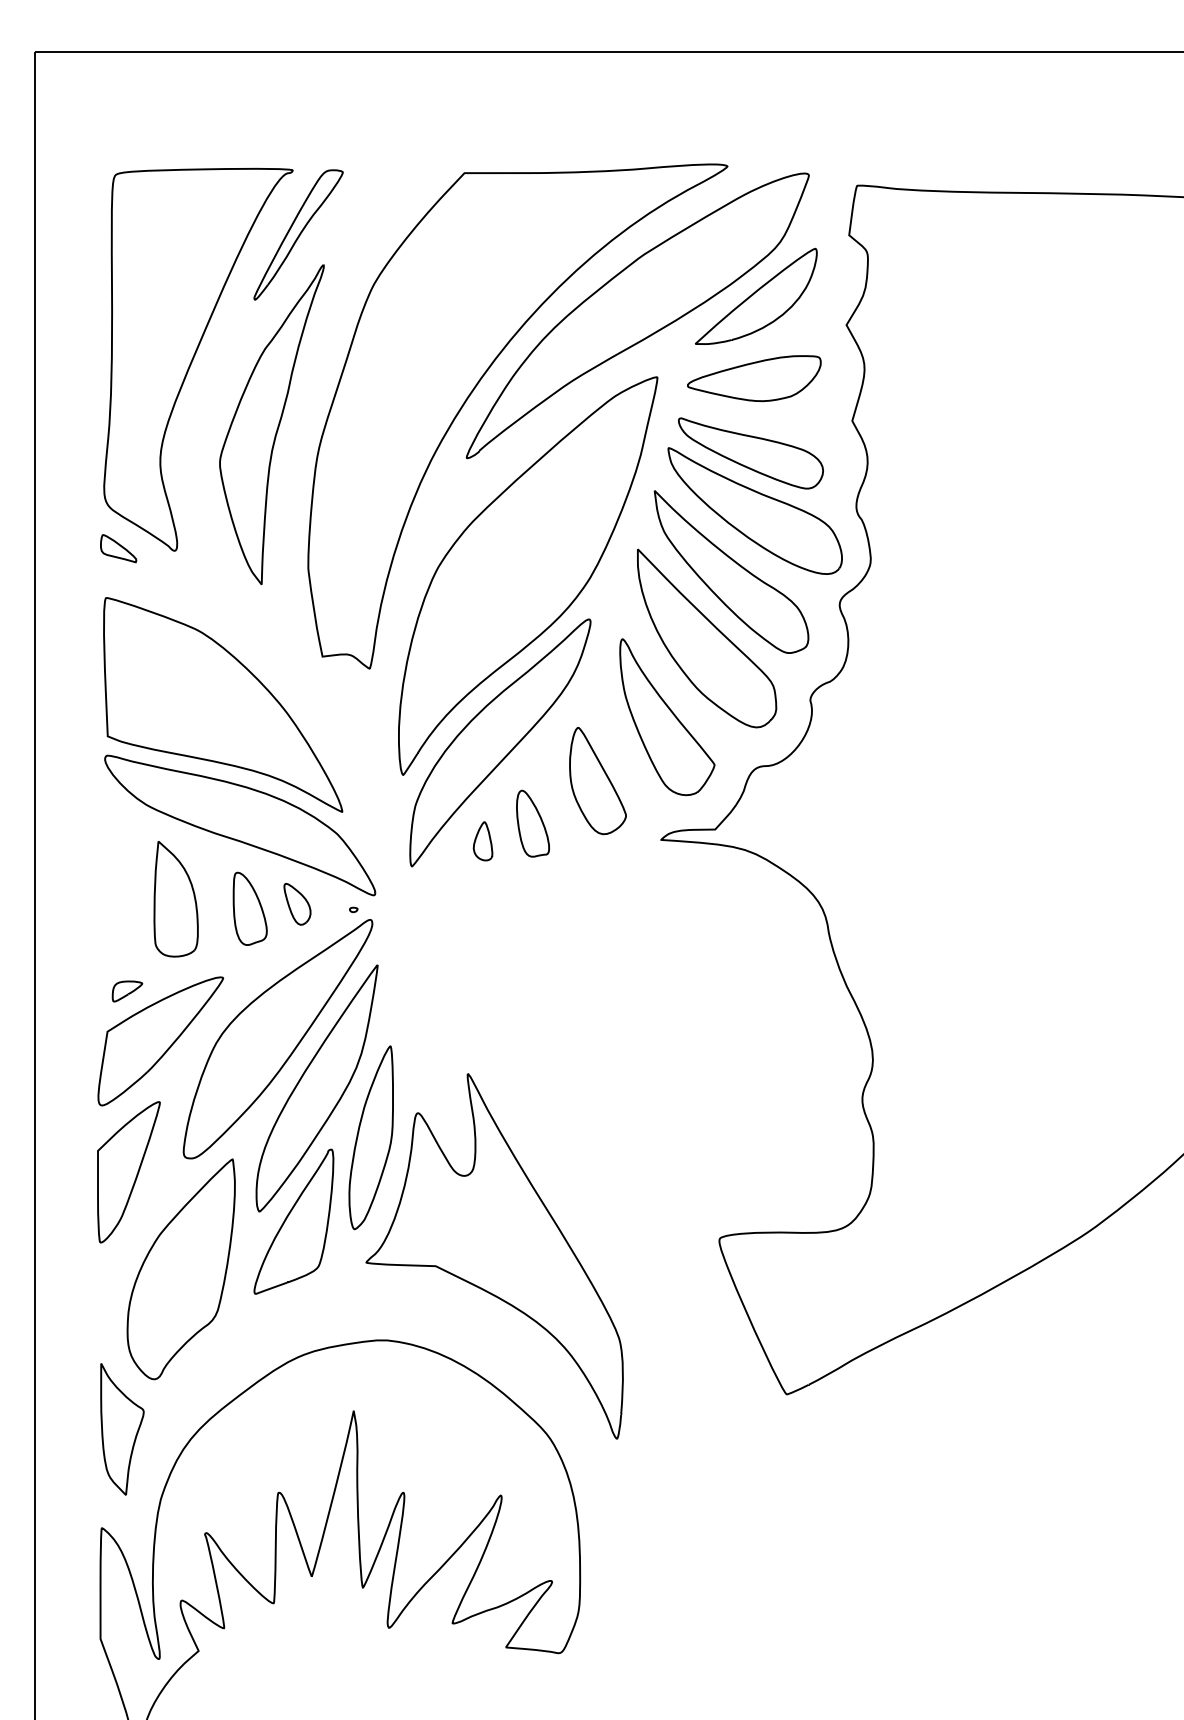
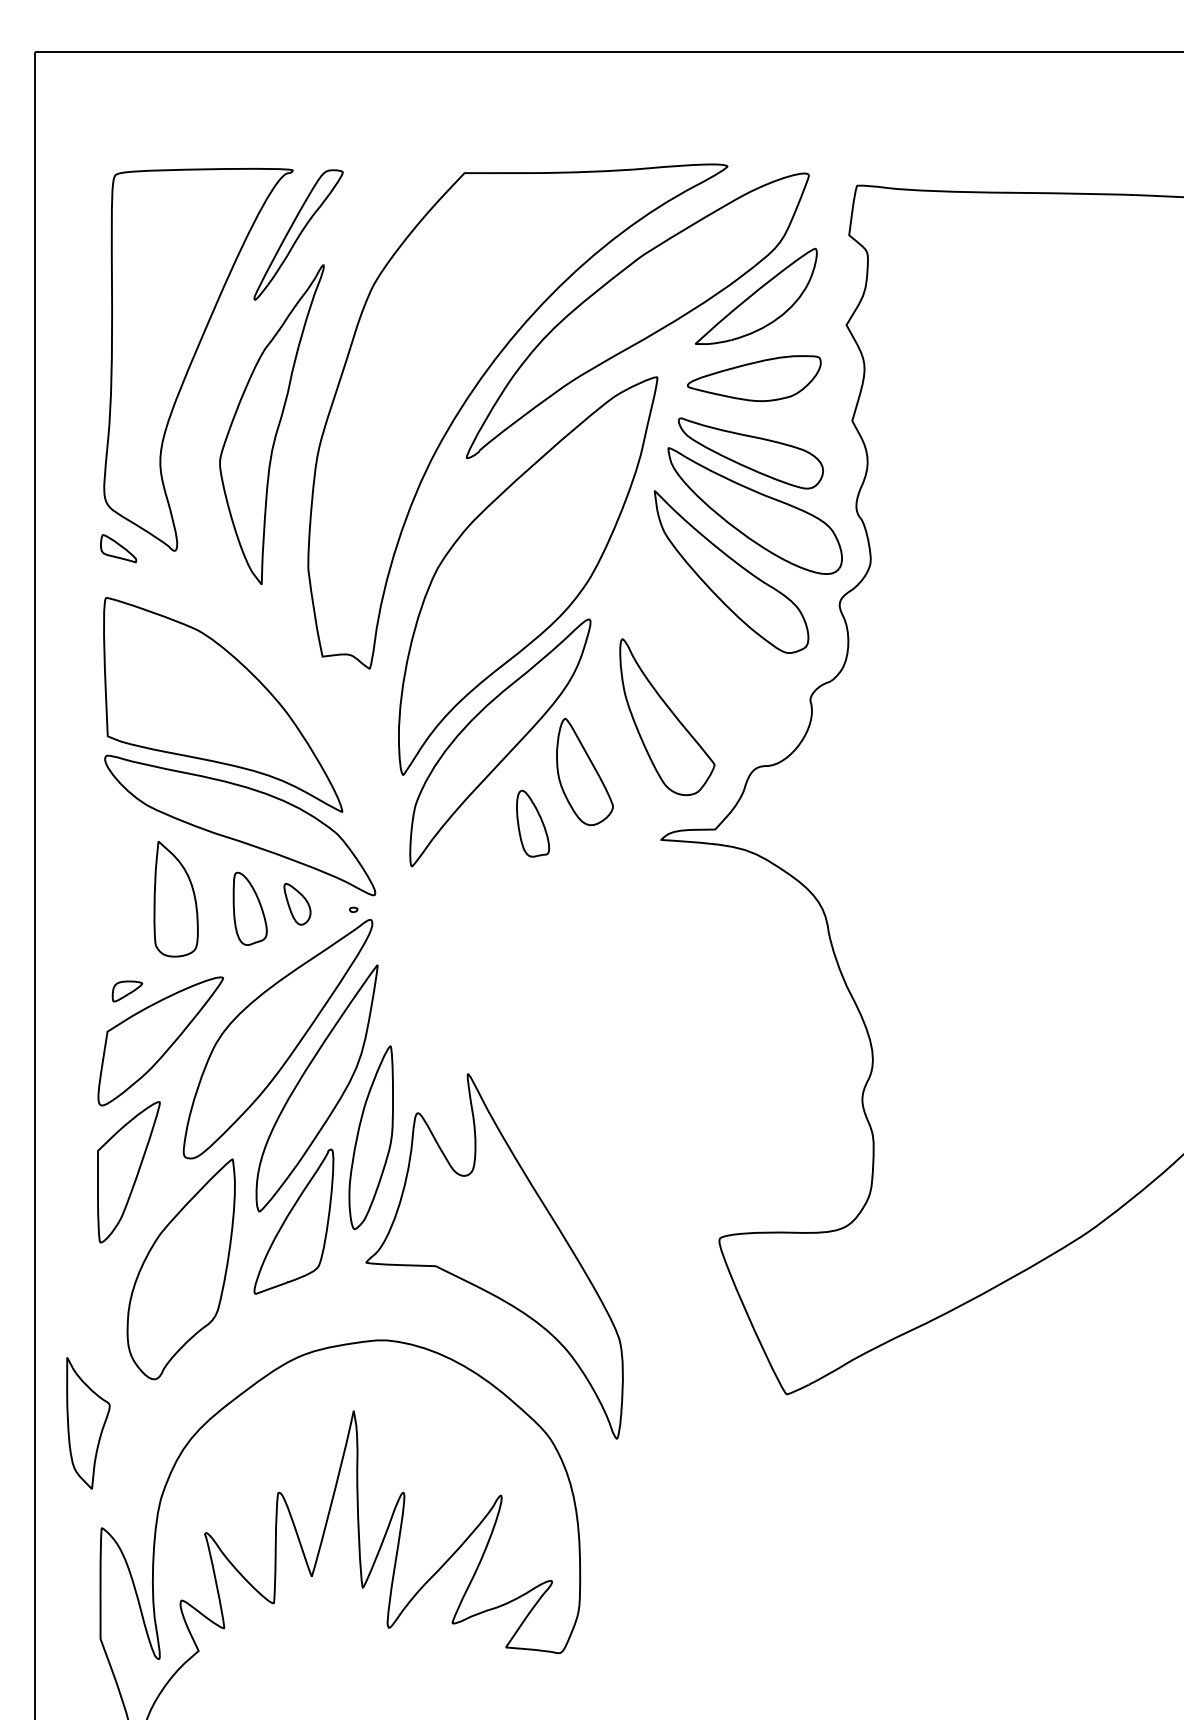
part at (707, 638): present -> none
part at (597, 780) position: (597, 780) -> (584, 771)
part at (482, 841): present -> none
part at (122, 1429) position: (122, 1429) -> (88, 1423)
